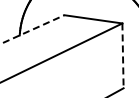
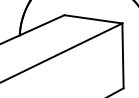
line at (32, 29): dashed -> solid
line at (123, 56): dashed -> solid
